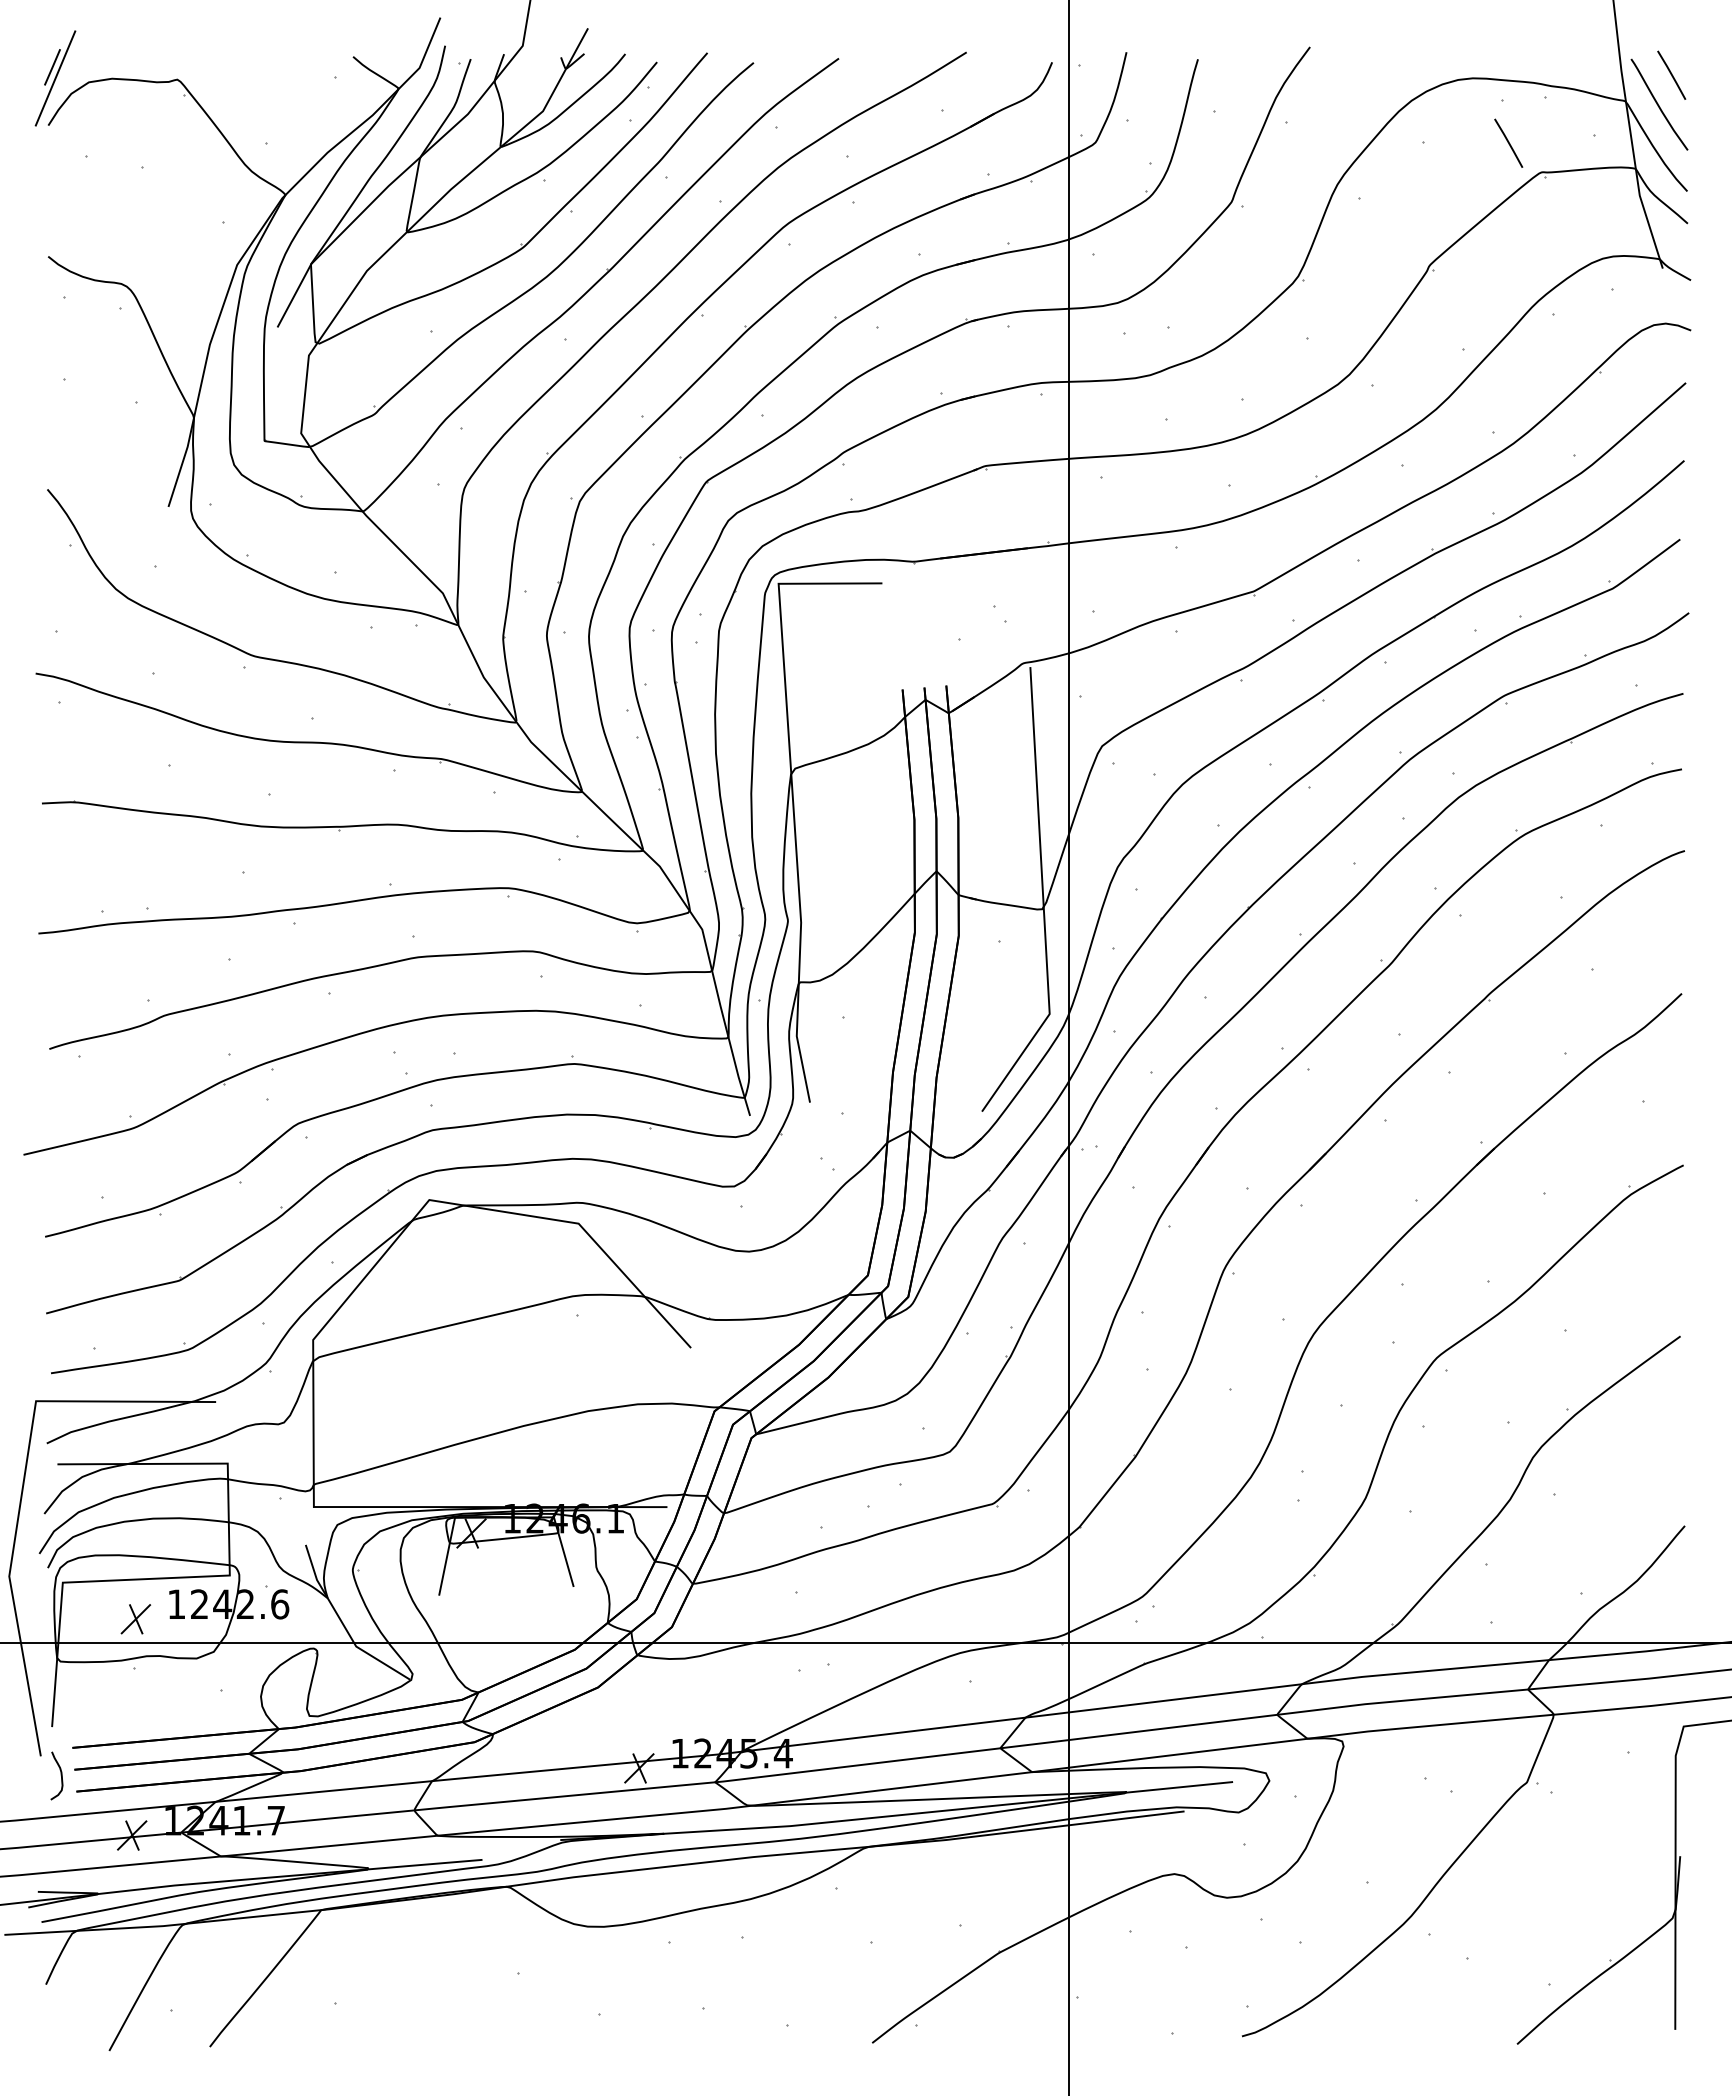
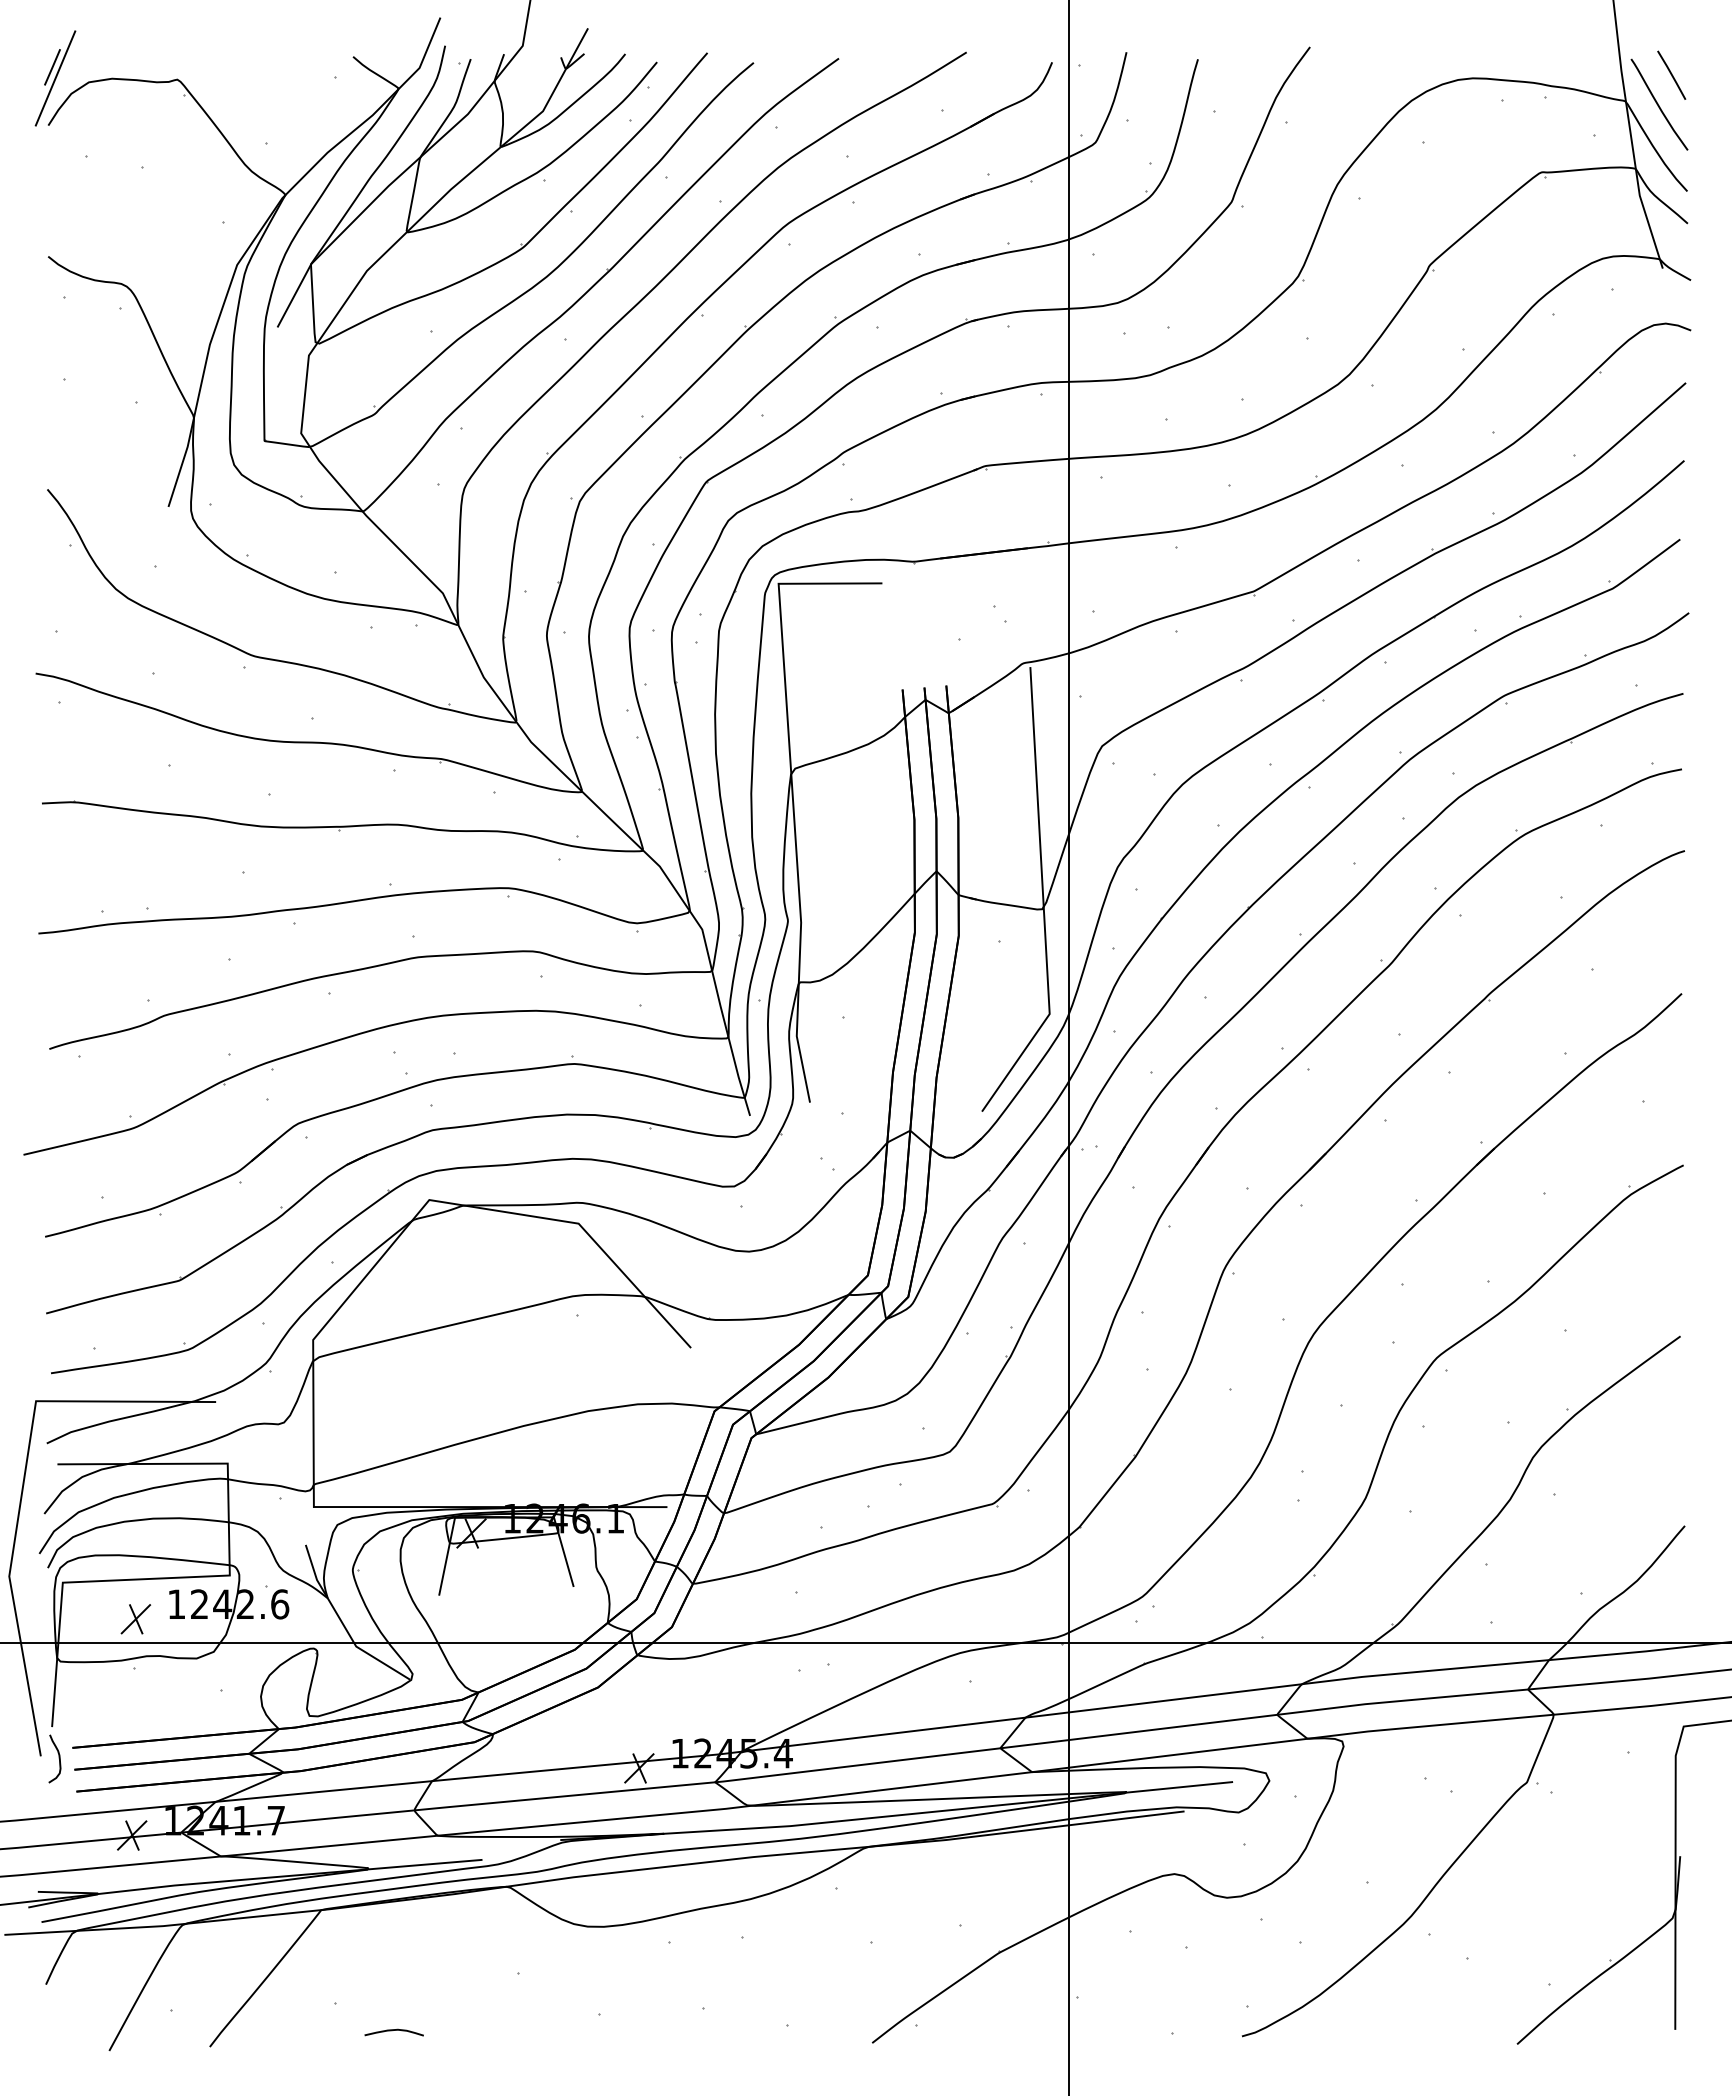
line at (1508, 142): present -> none
curve at (60, 1775) position: (60, 1775) -> (58, 1758)
curve at (392, 2031): none -> present
